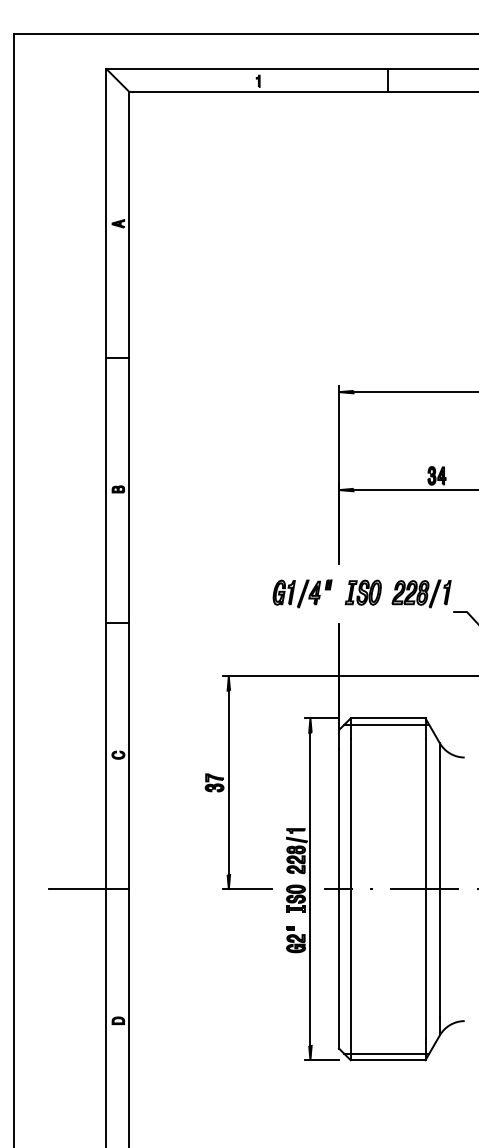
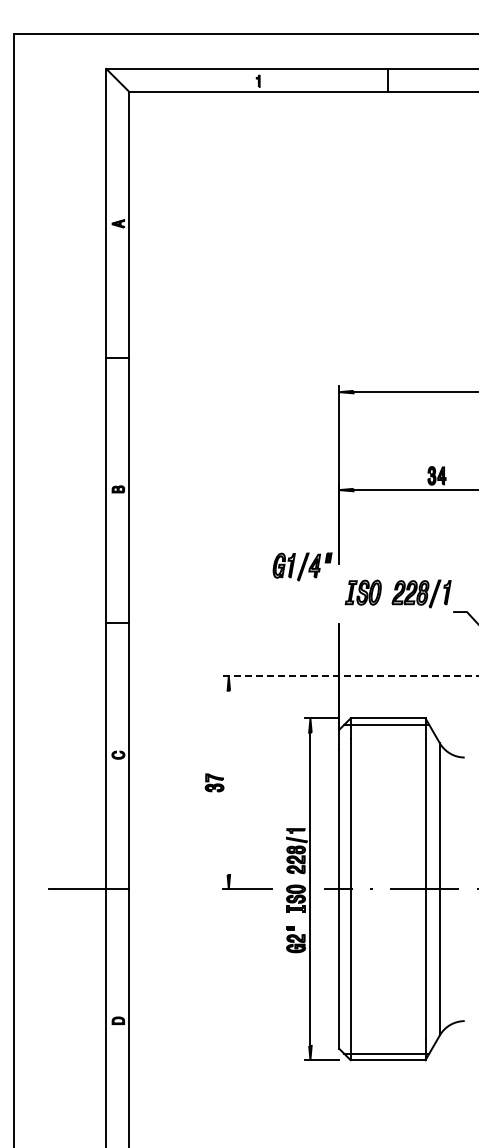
part at (302, 593) position: (302, 593) -> (302, 566)
line at (350, 676): solid -> dashed
line at (228, 782): present -> none
